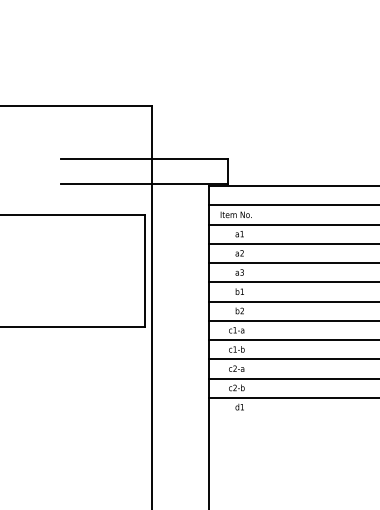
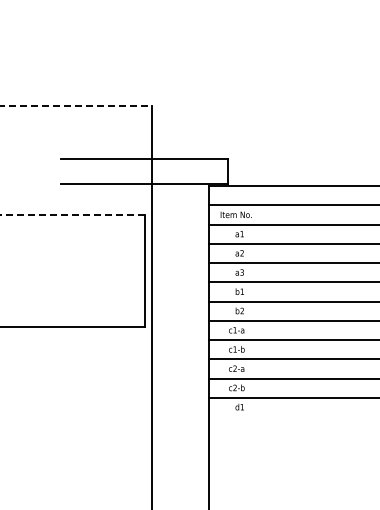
line at (76, 105): solid -> dashed
line at (72, 215): solid -> dashed
